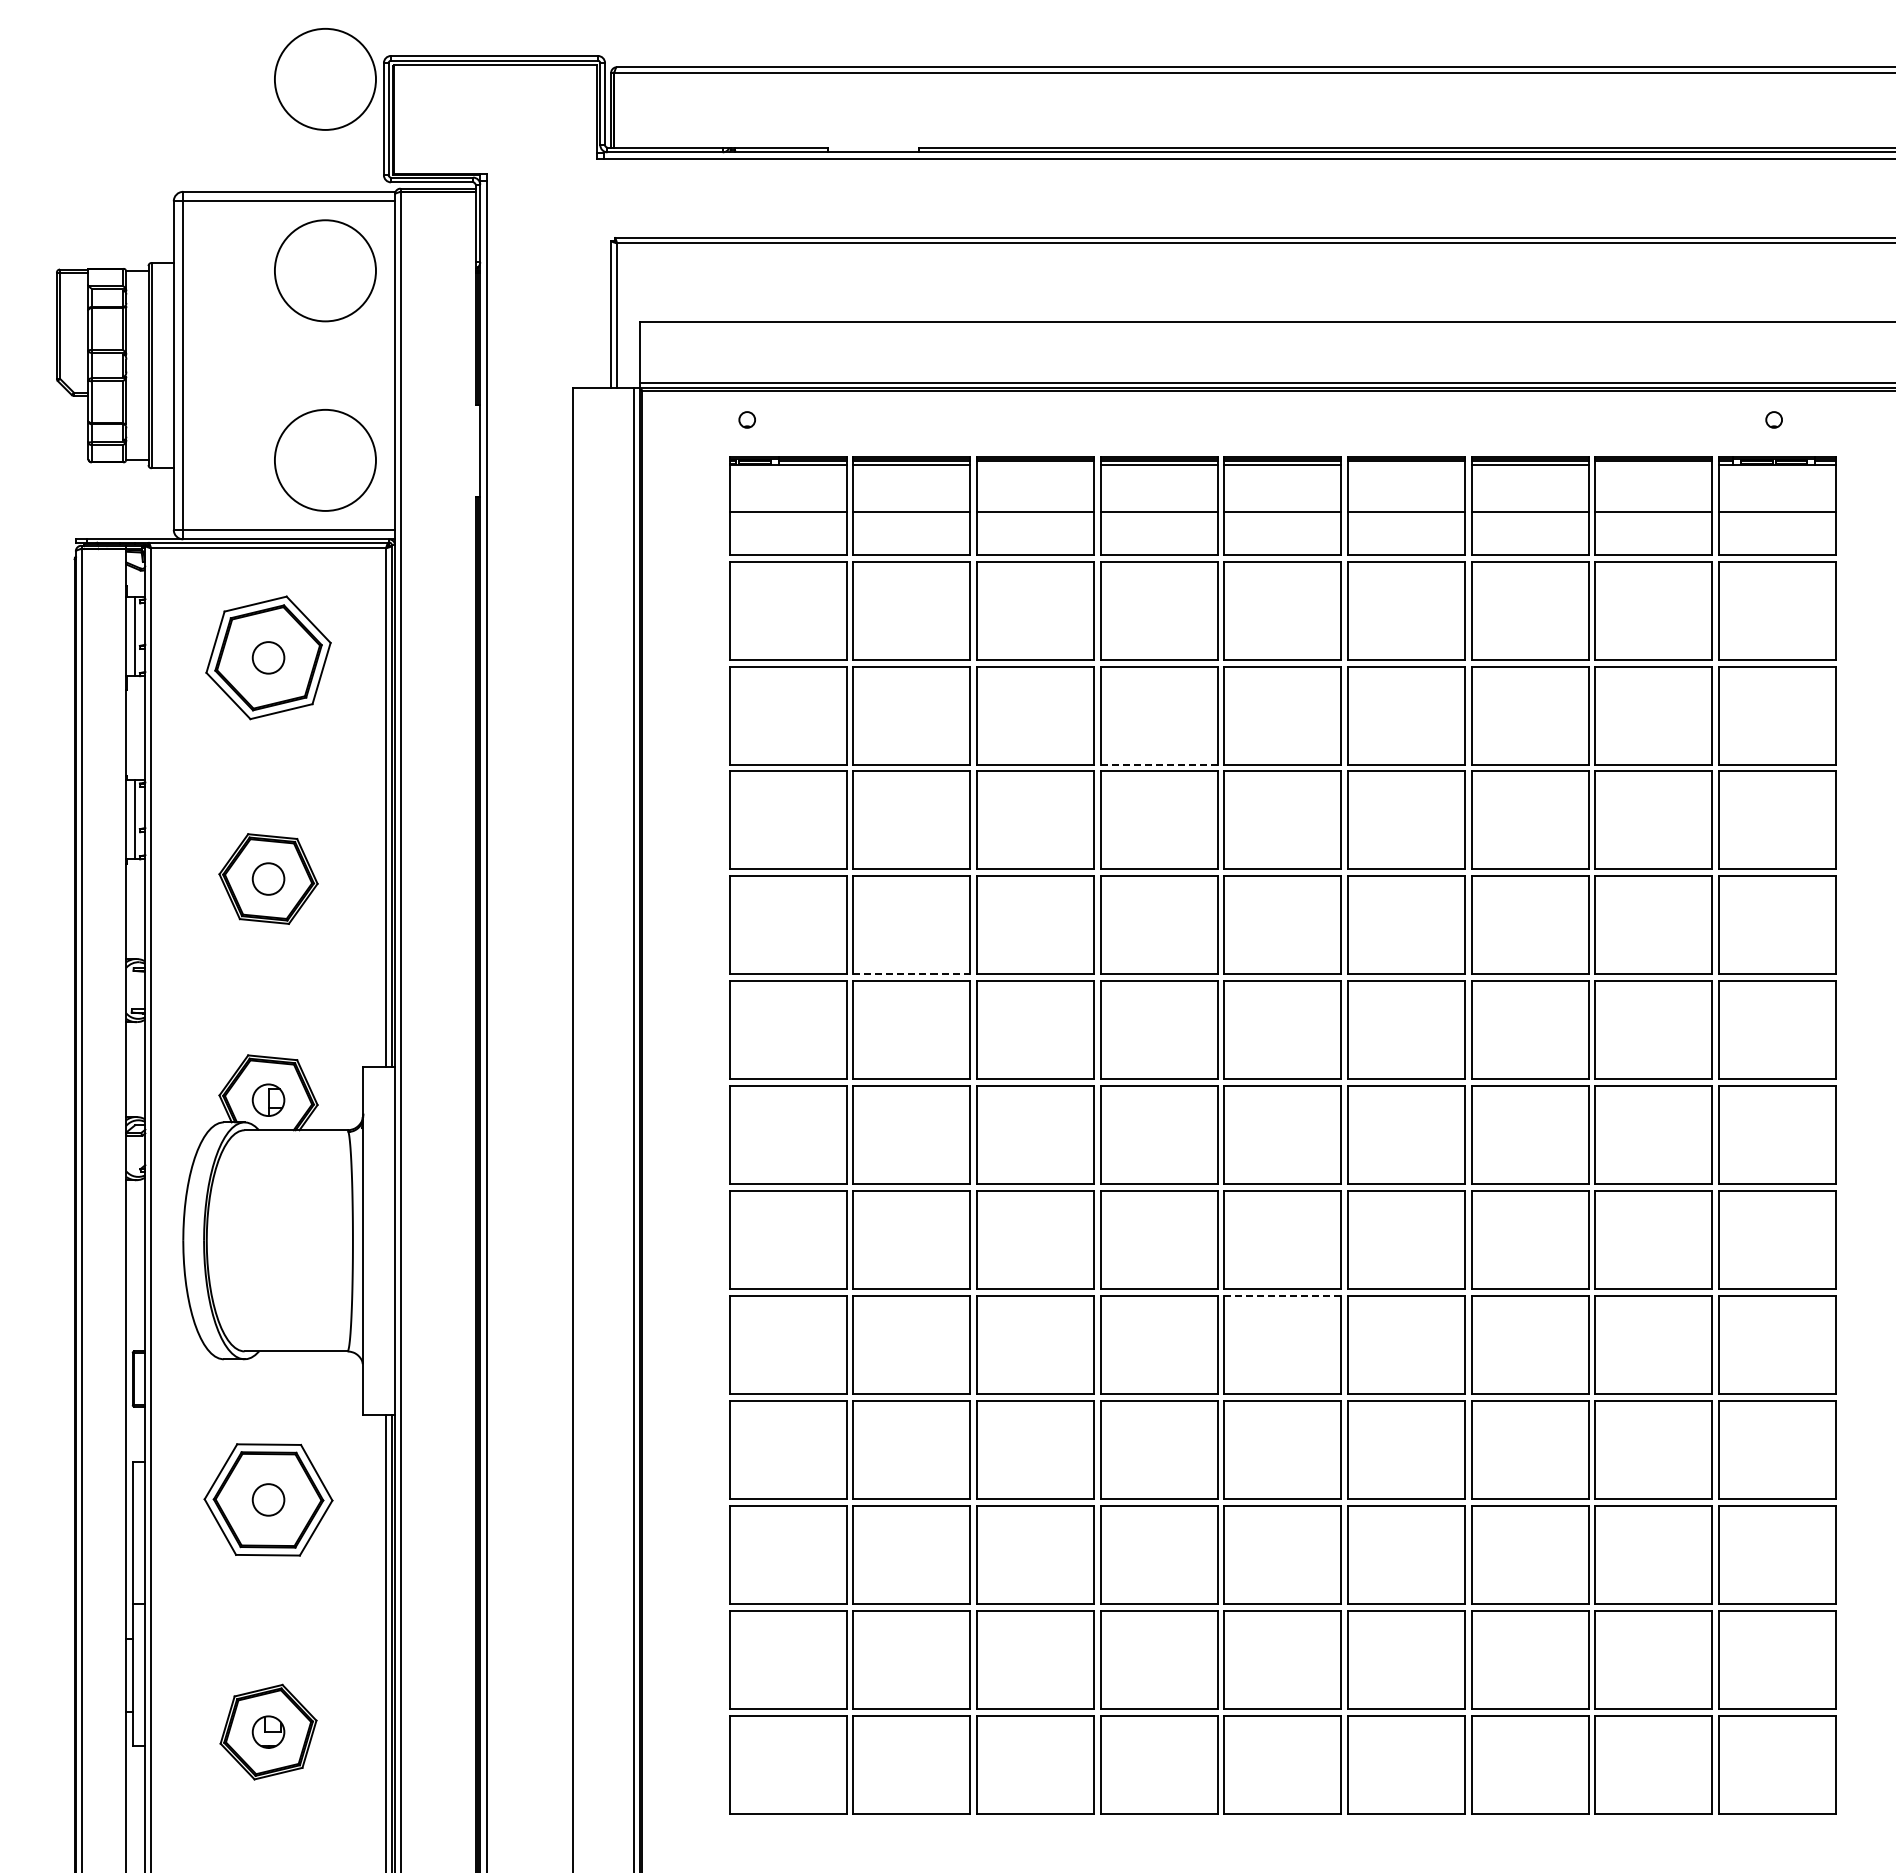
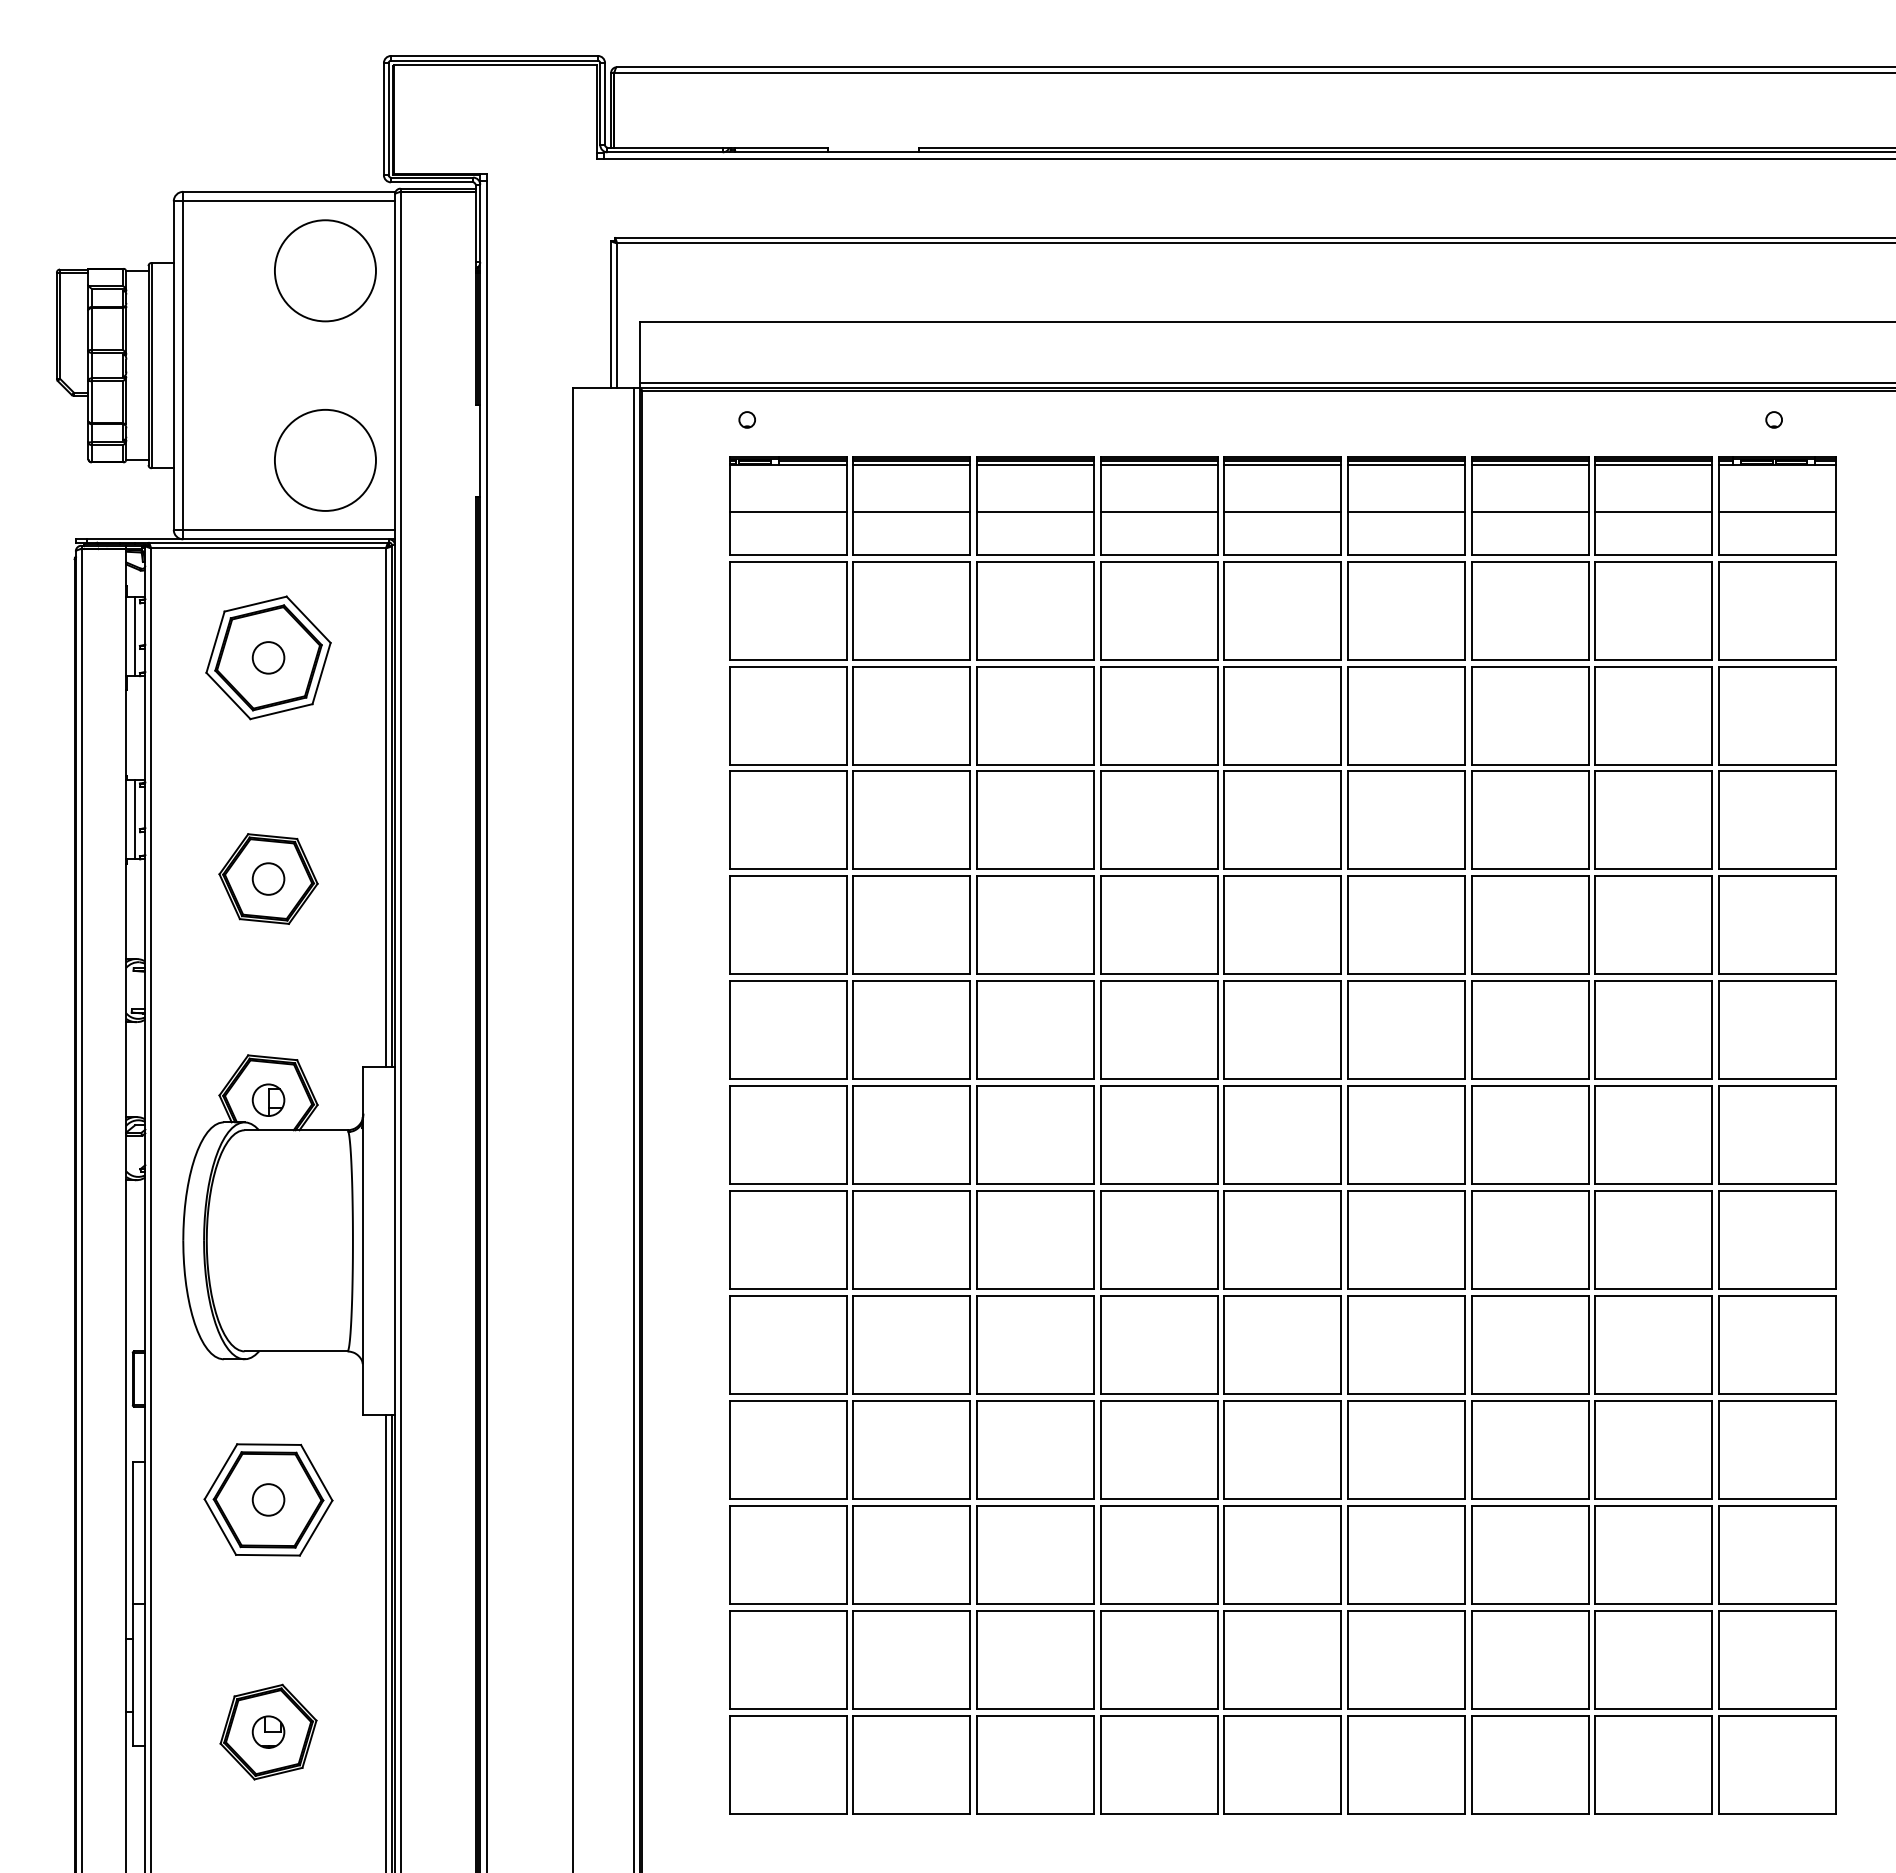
circle at (325, 79): present -> none
line at (1035, 464): none -> present
line at (1405, 464): none -> present
line at (1653, 464): none -> present
line at (1159, 764): dashed -> solid
line at (912, 974): dashed -> solid
line at (1282, 1295): dashed -> solid
